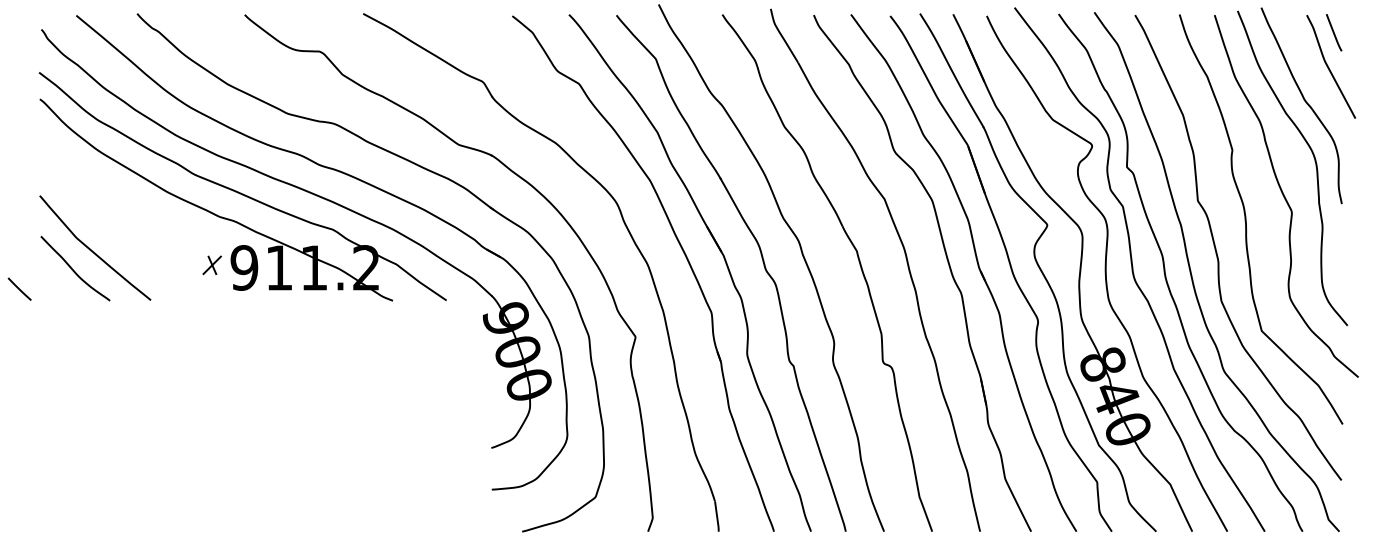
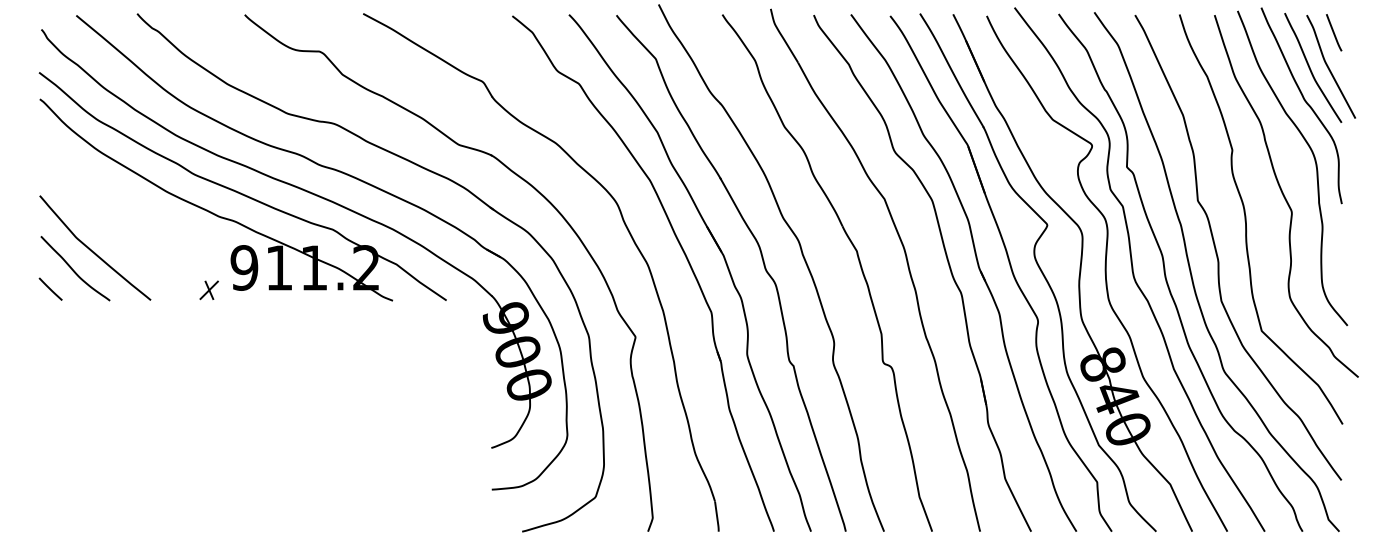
curve at (1311, 69): none -> present
part at (211, 265) position: (211, 265) -> (208, 290)
line at (19, 288) position: (19, 288) -> (50, 288)
